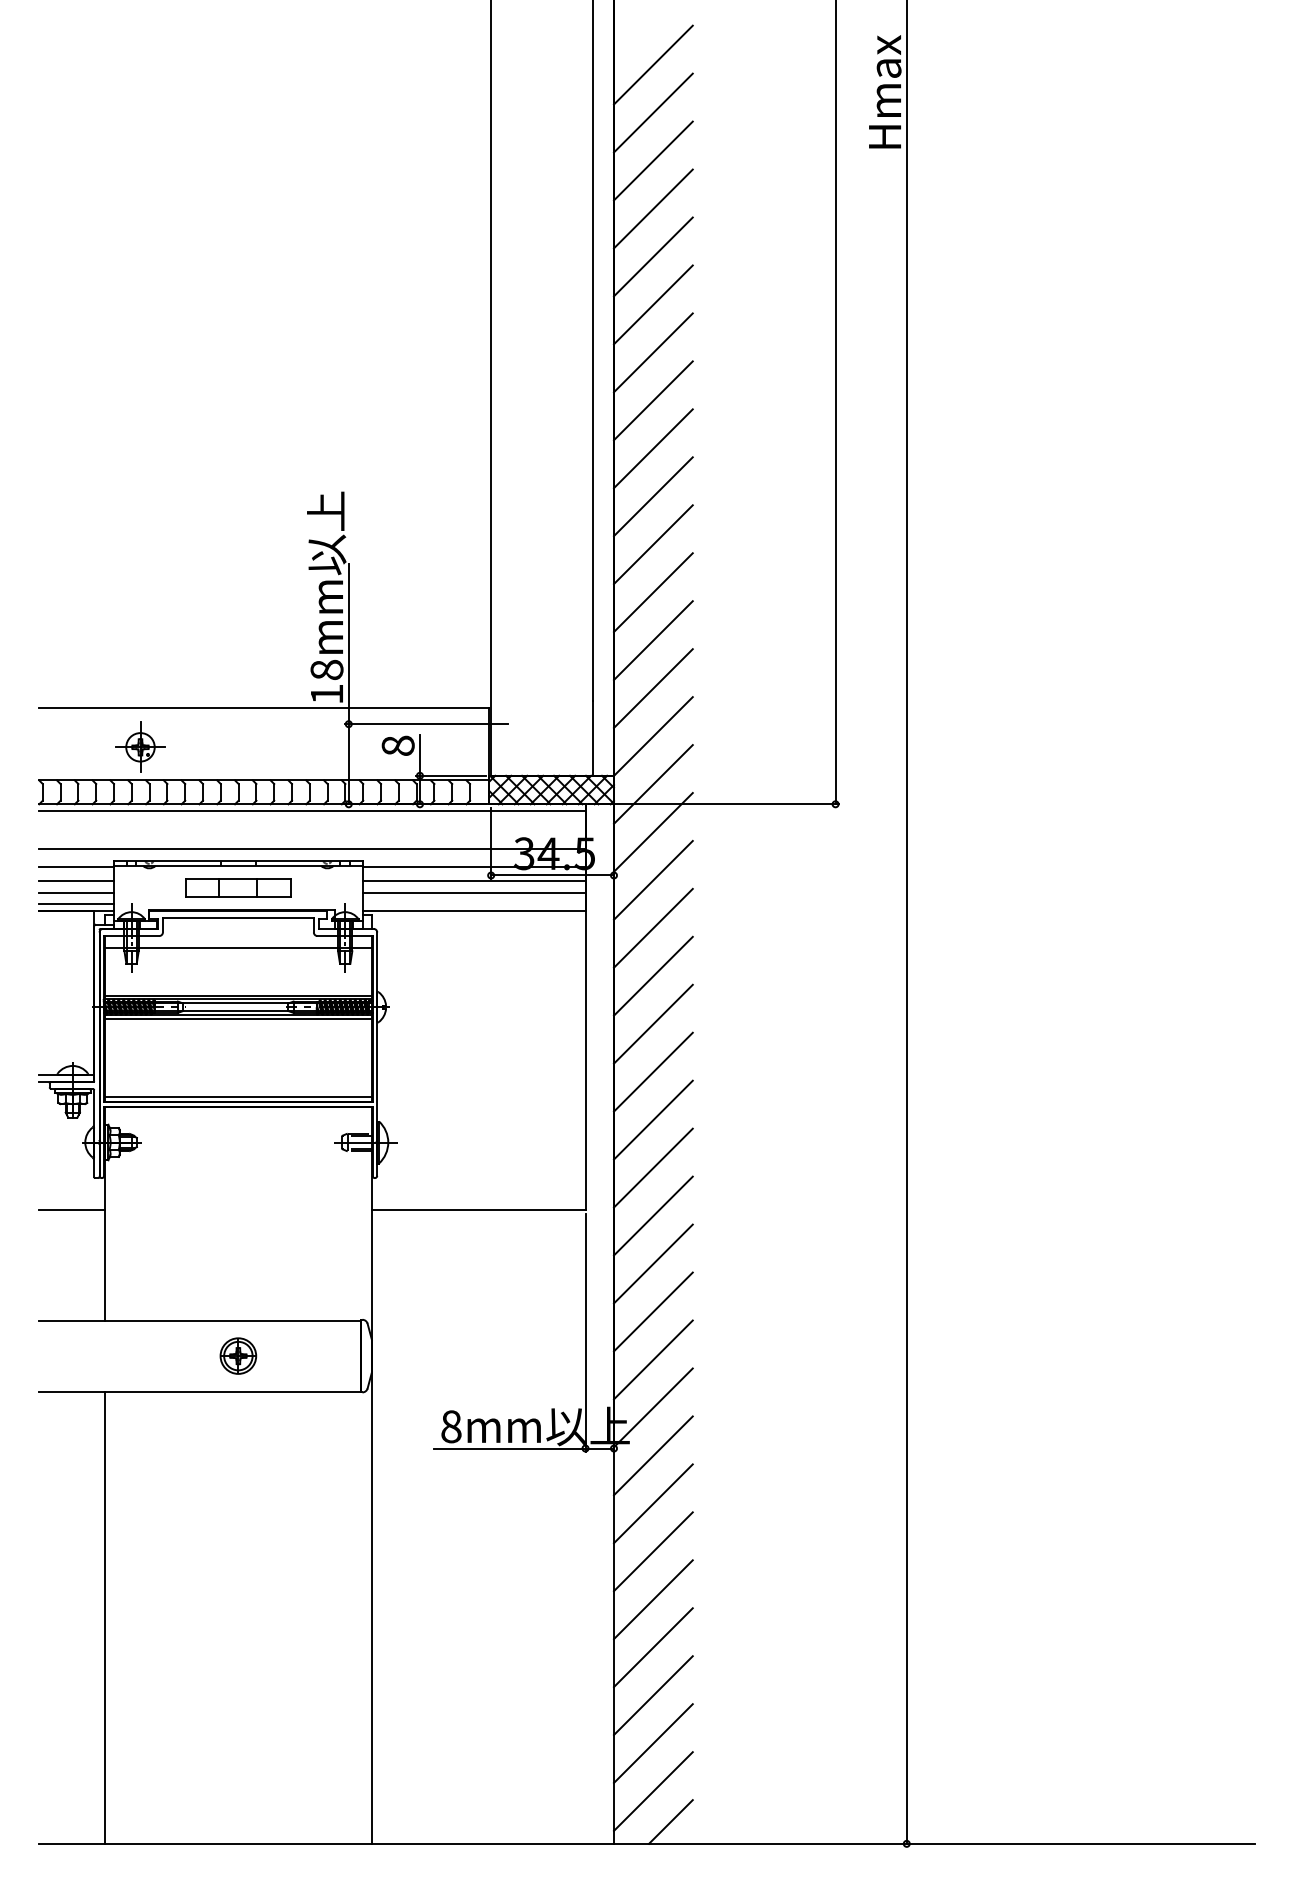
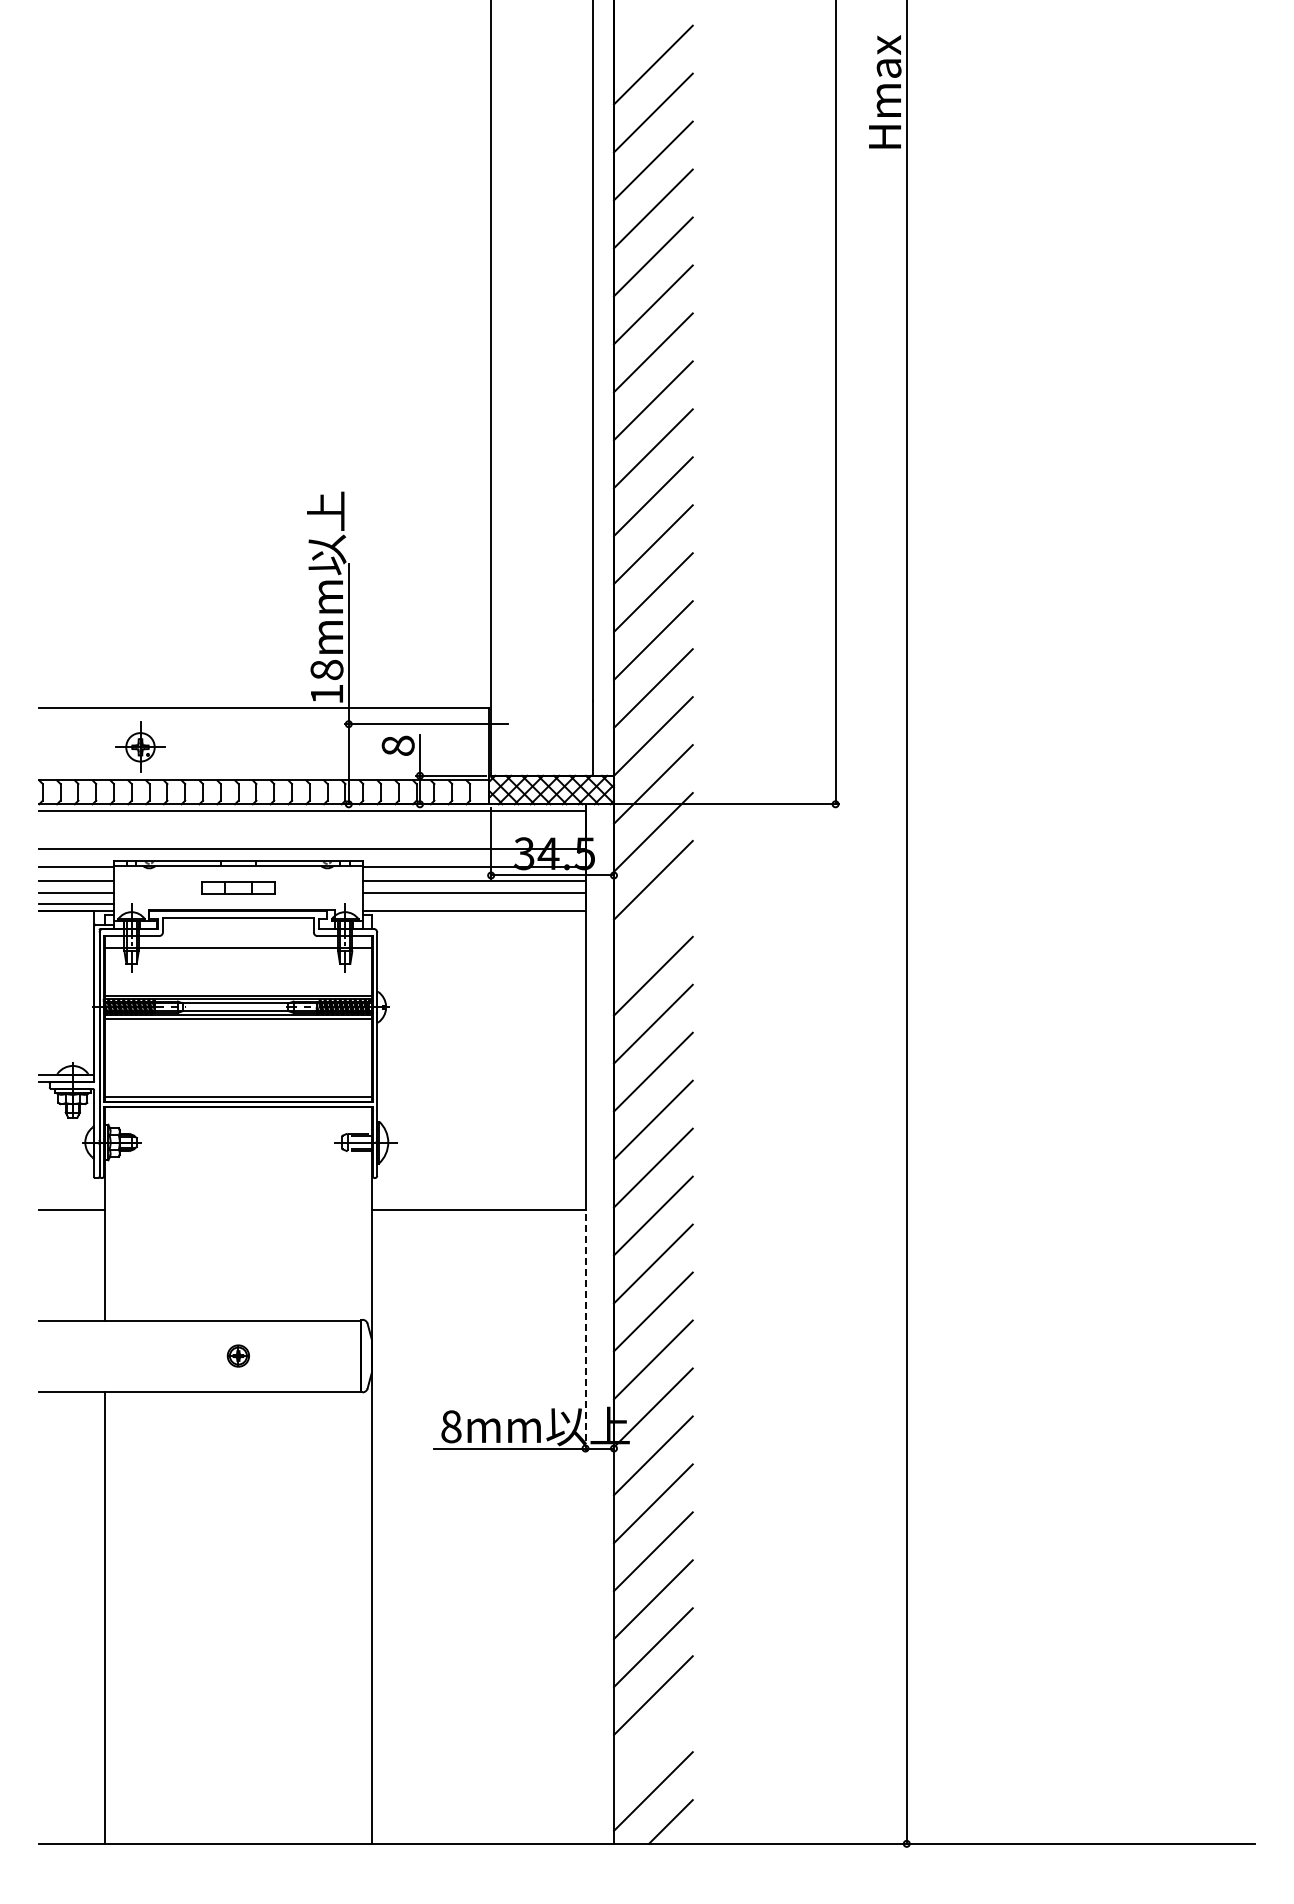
part at (238, 887) size: 107x20 px -> 75x14 px
line at (652, 927): present -> none
line at (585, 1333): solid -> dashed
part at (238, 1355) size: 39x38 px -> 24x24 px
line at (652, 1743): present -> none
